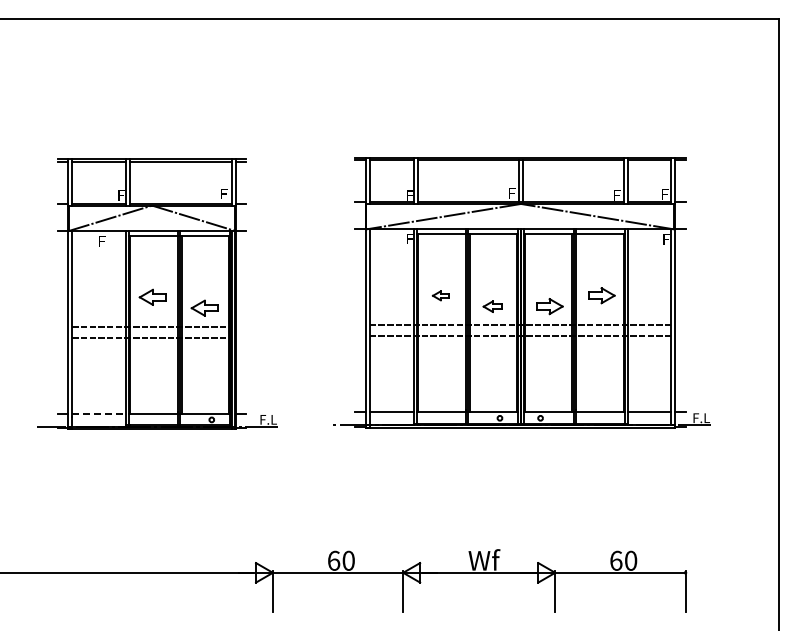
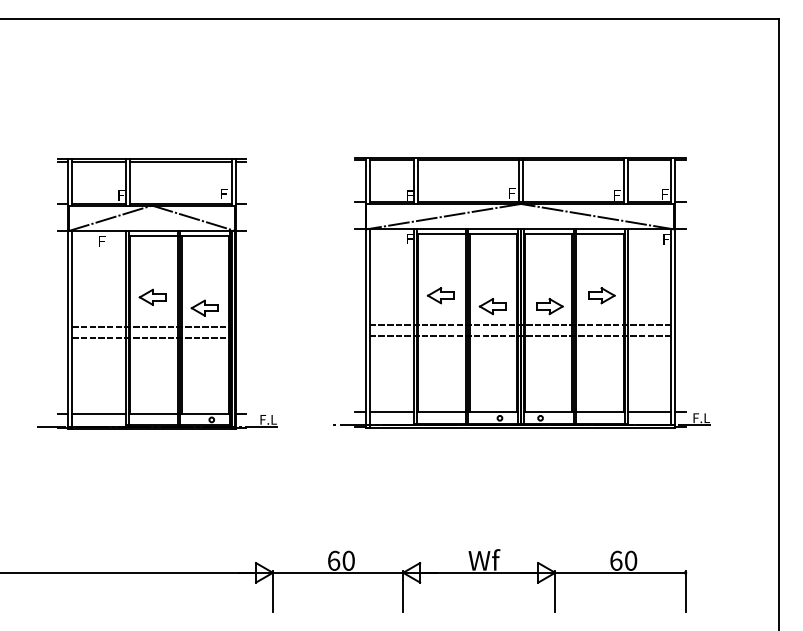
part at (440, 295) size: 19x12 px -> 29x18 px
part at (492, 306) size: 21x13 px -> 29x18 px
line at (99, 413): dashed -> solid
